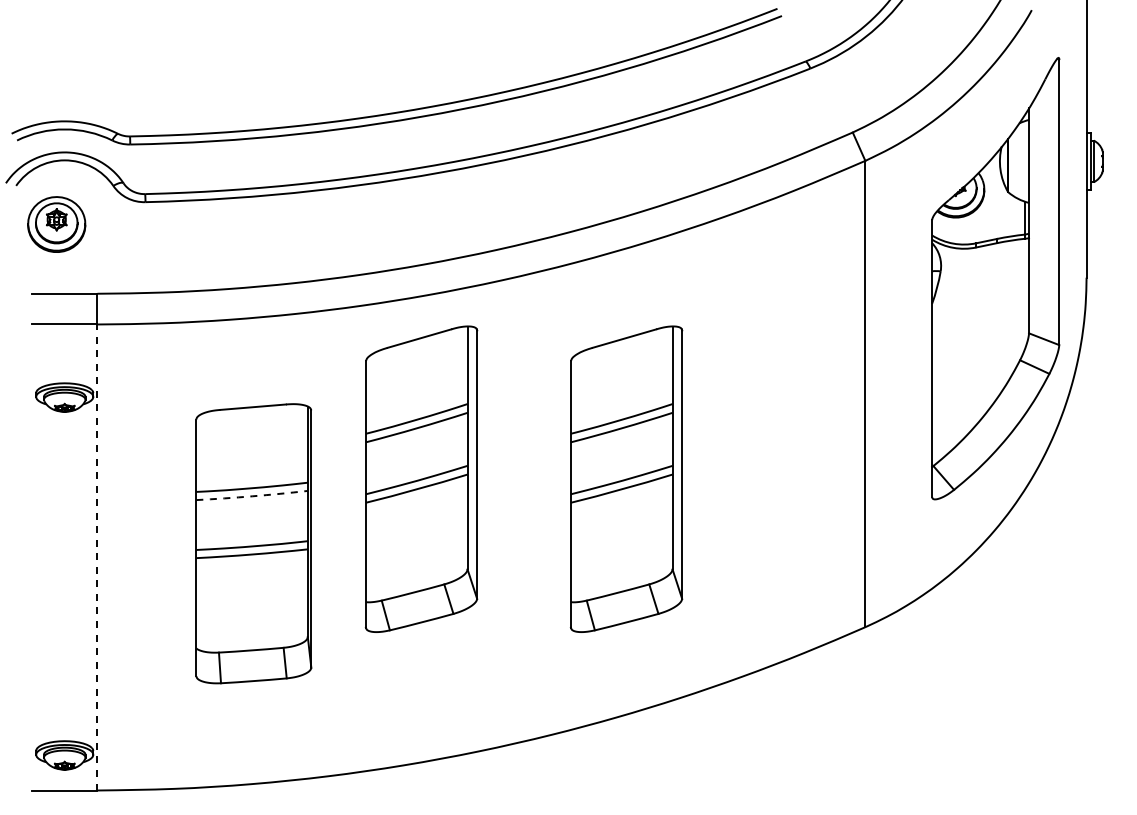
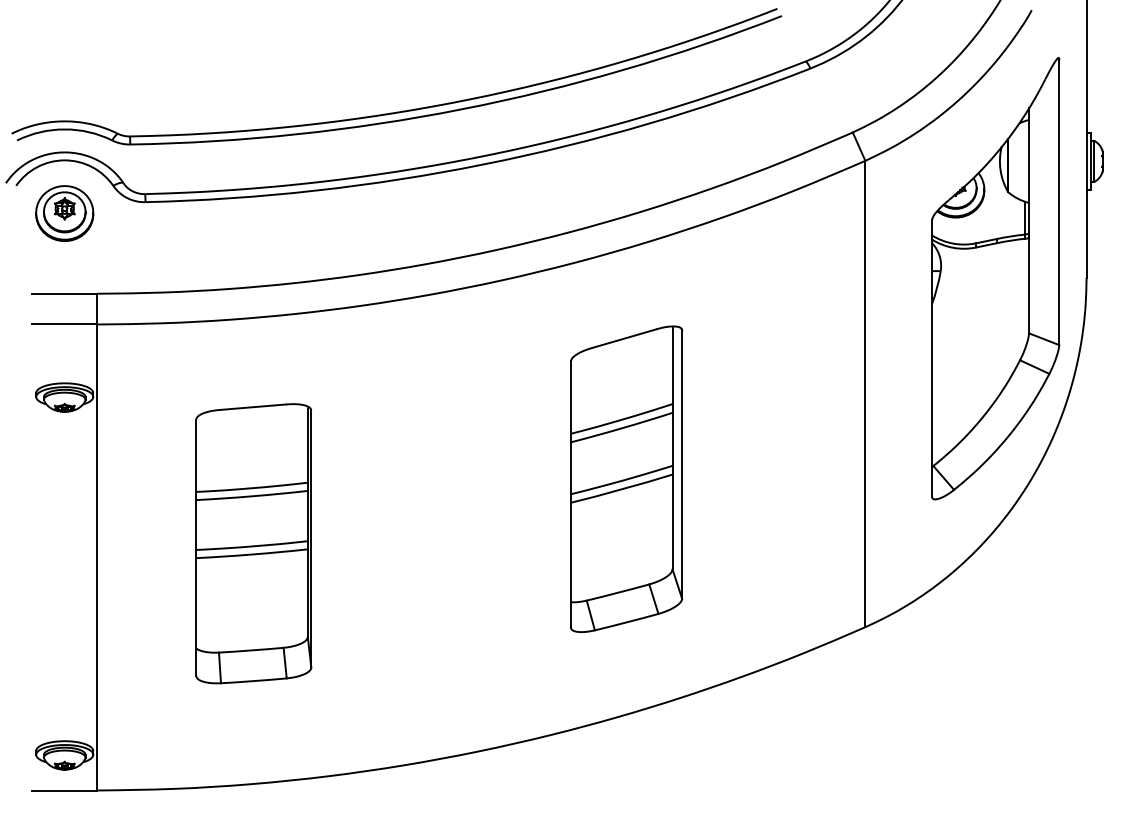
part at (56, 224) position: (56, 224) -> (64, 213)
part at (421, 478): present -> none
arc at (252, 496): dashed -> solid
line at (97, 556): dashed -> solid
